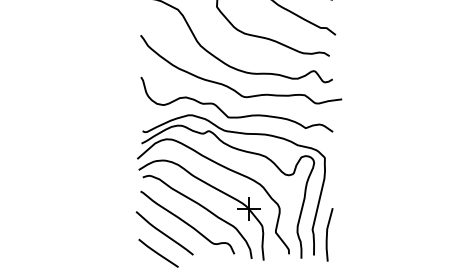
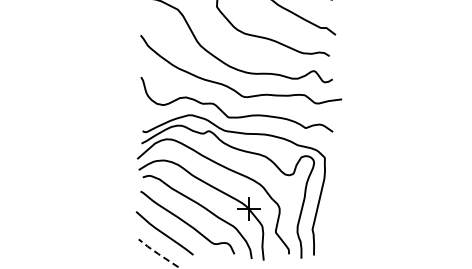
line at (327, 234): present -> none
line at (158, 253): solid -> dashed
